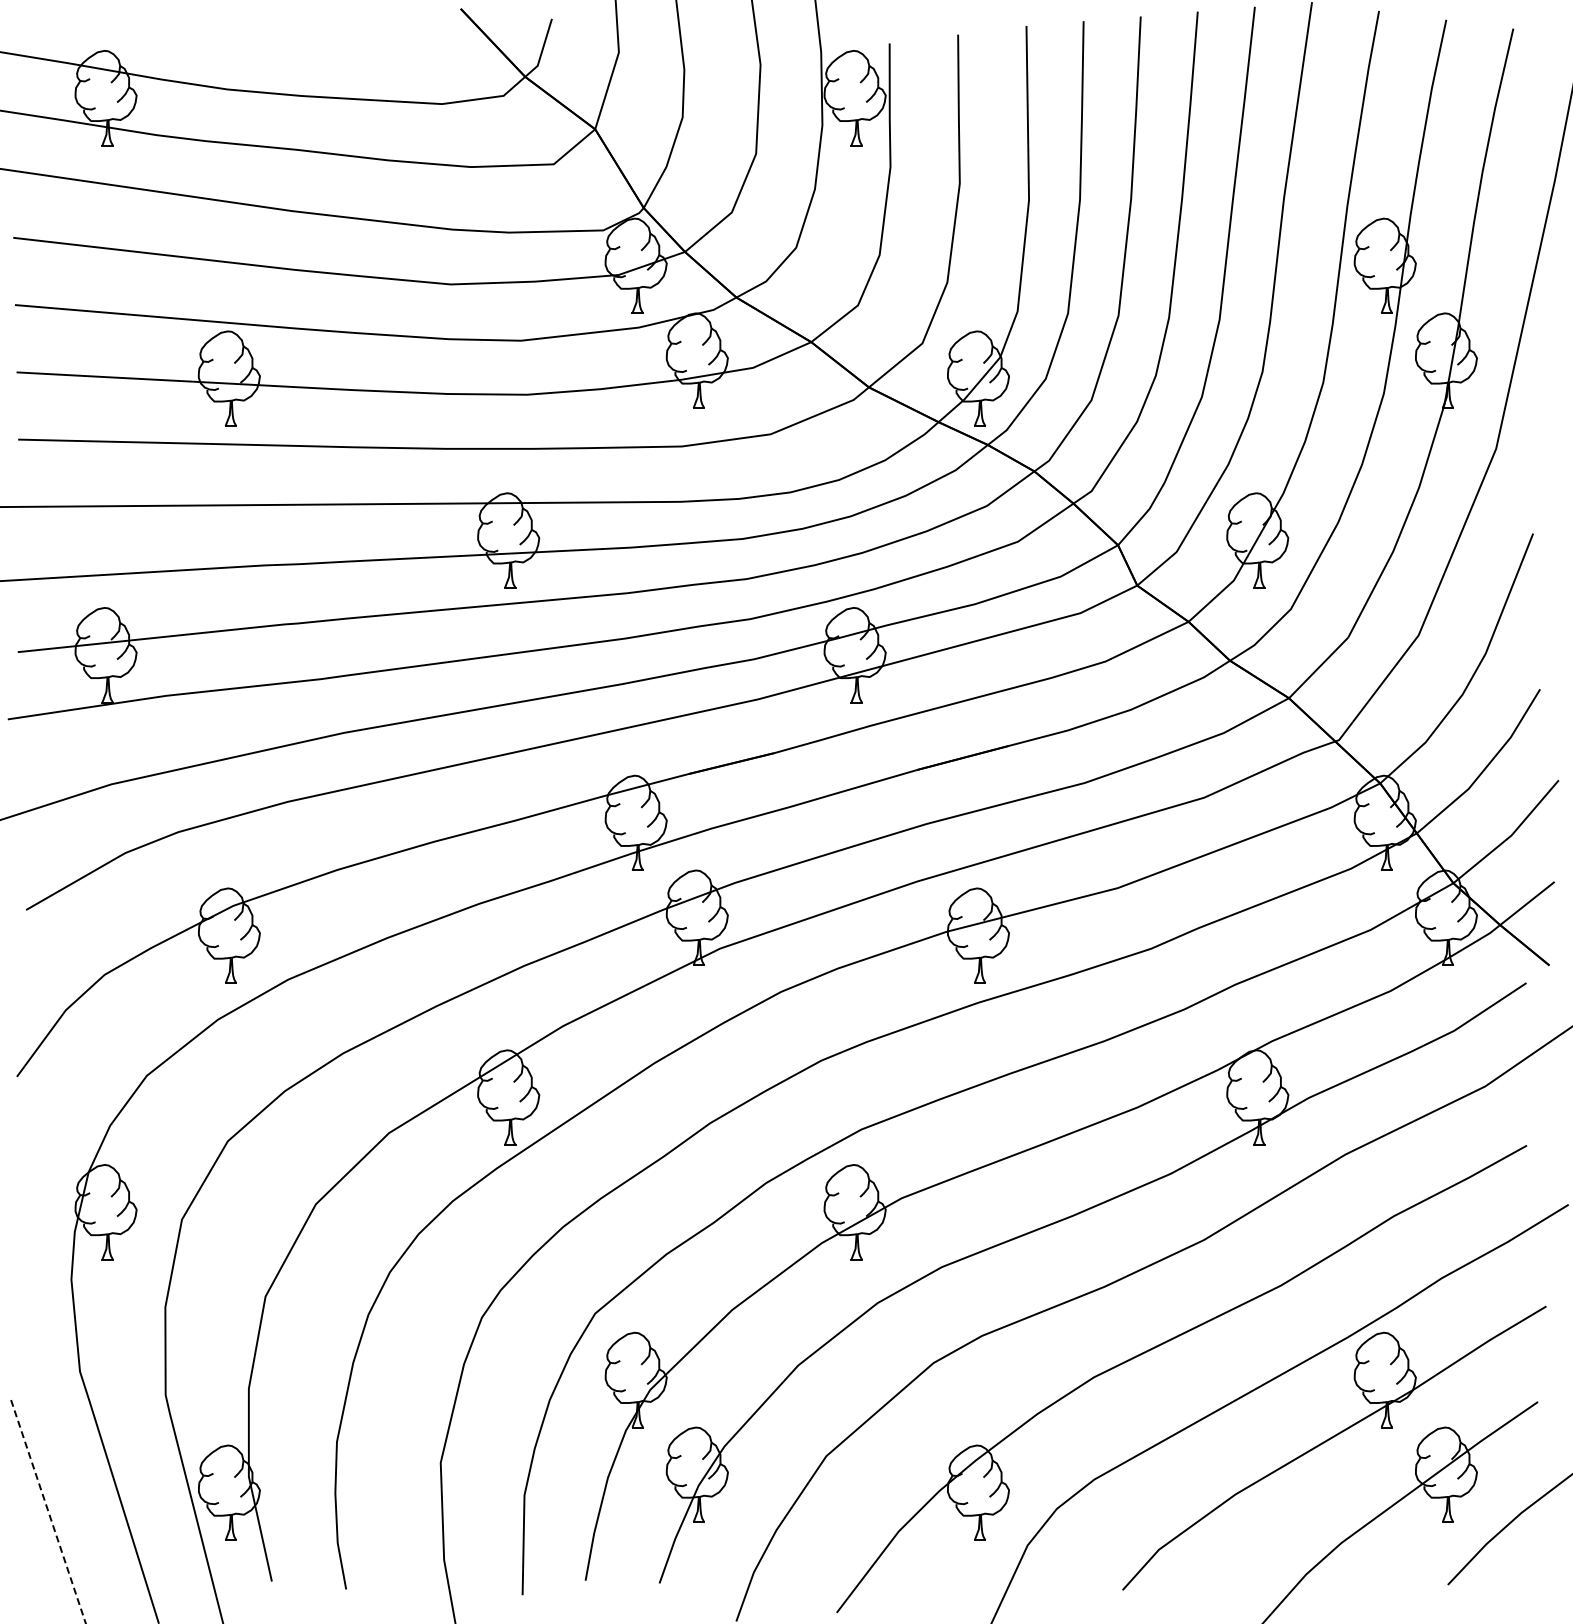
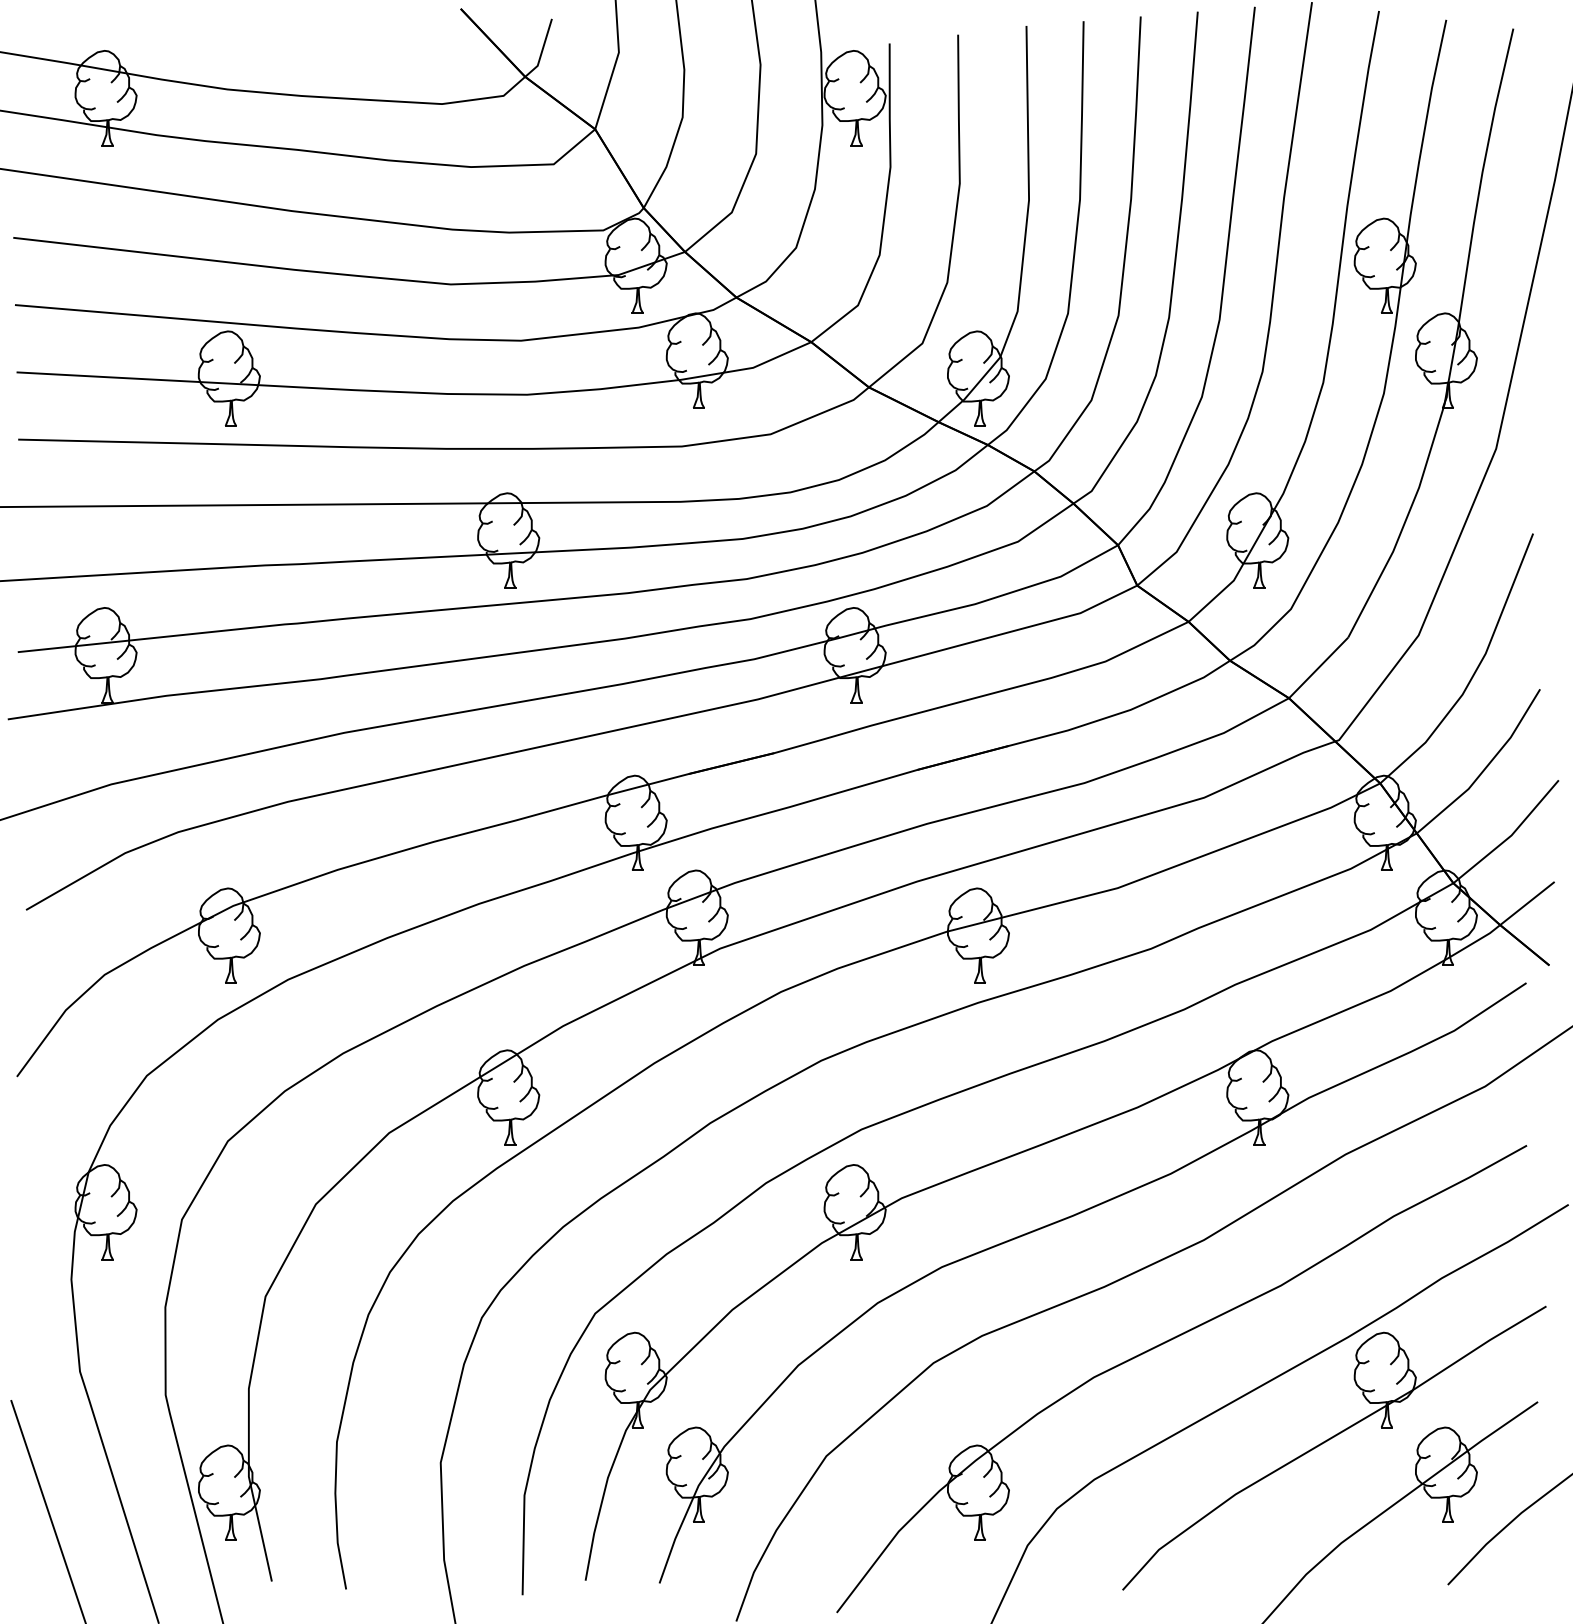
line at (48, 1512): dashed -> solid
